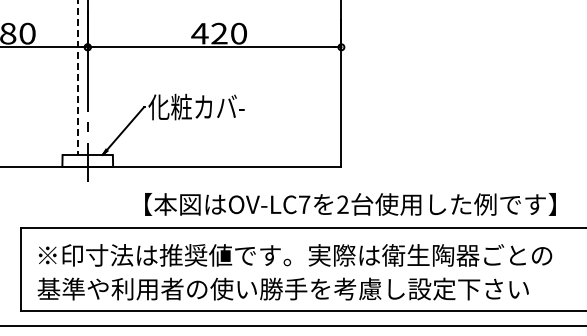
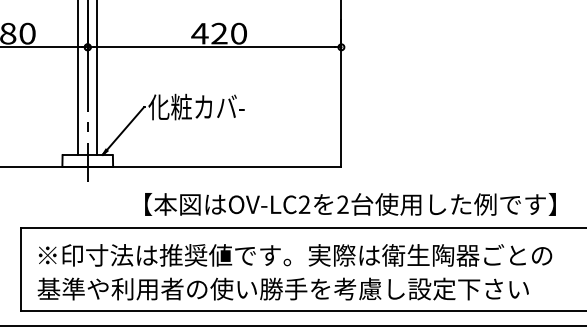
line at (78, 77): dashed -> solid
line at (97, 78): none -> present
text at (304, 204): OV-LC7 -> OV-LC2
